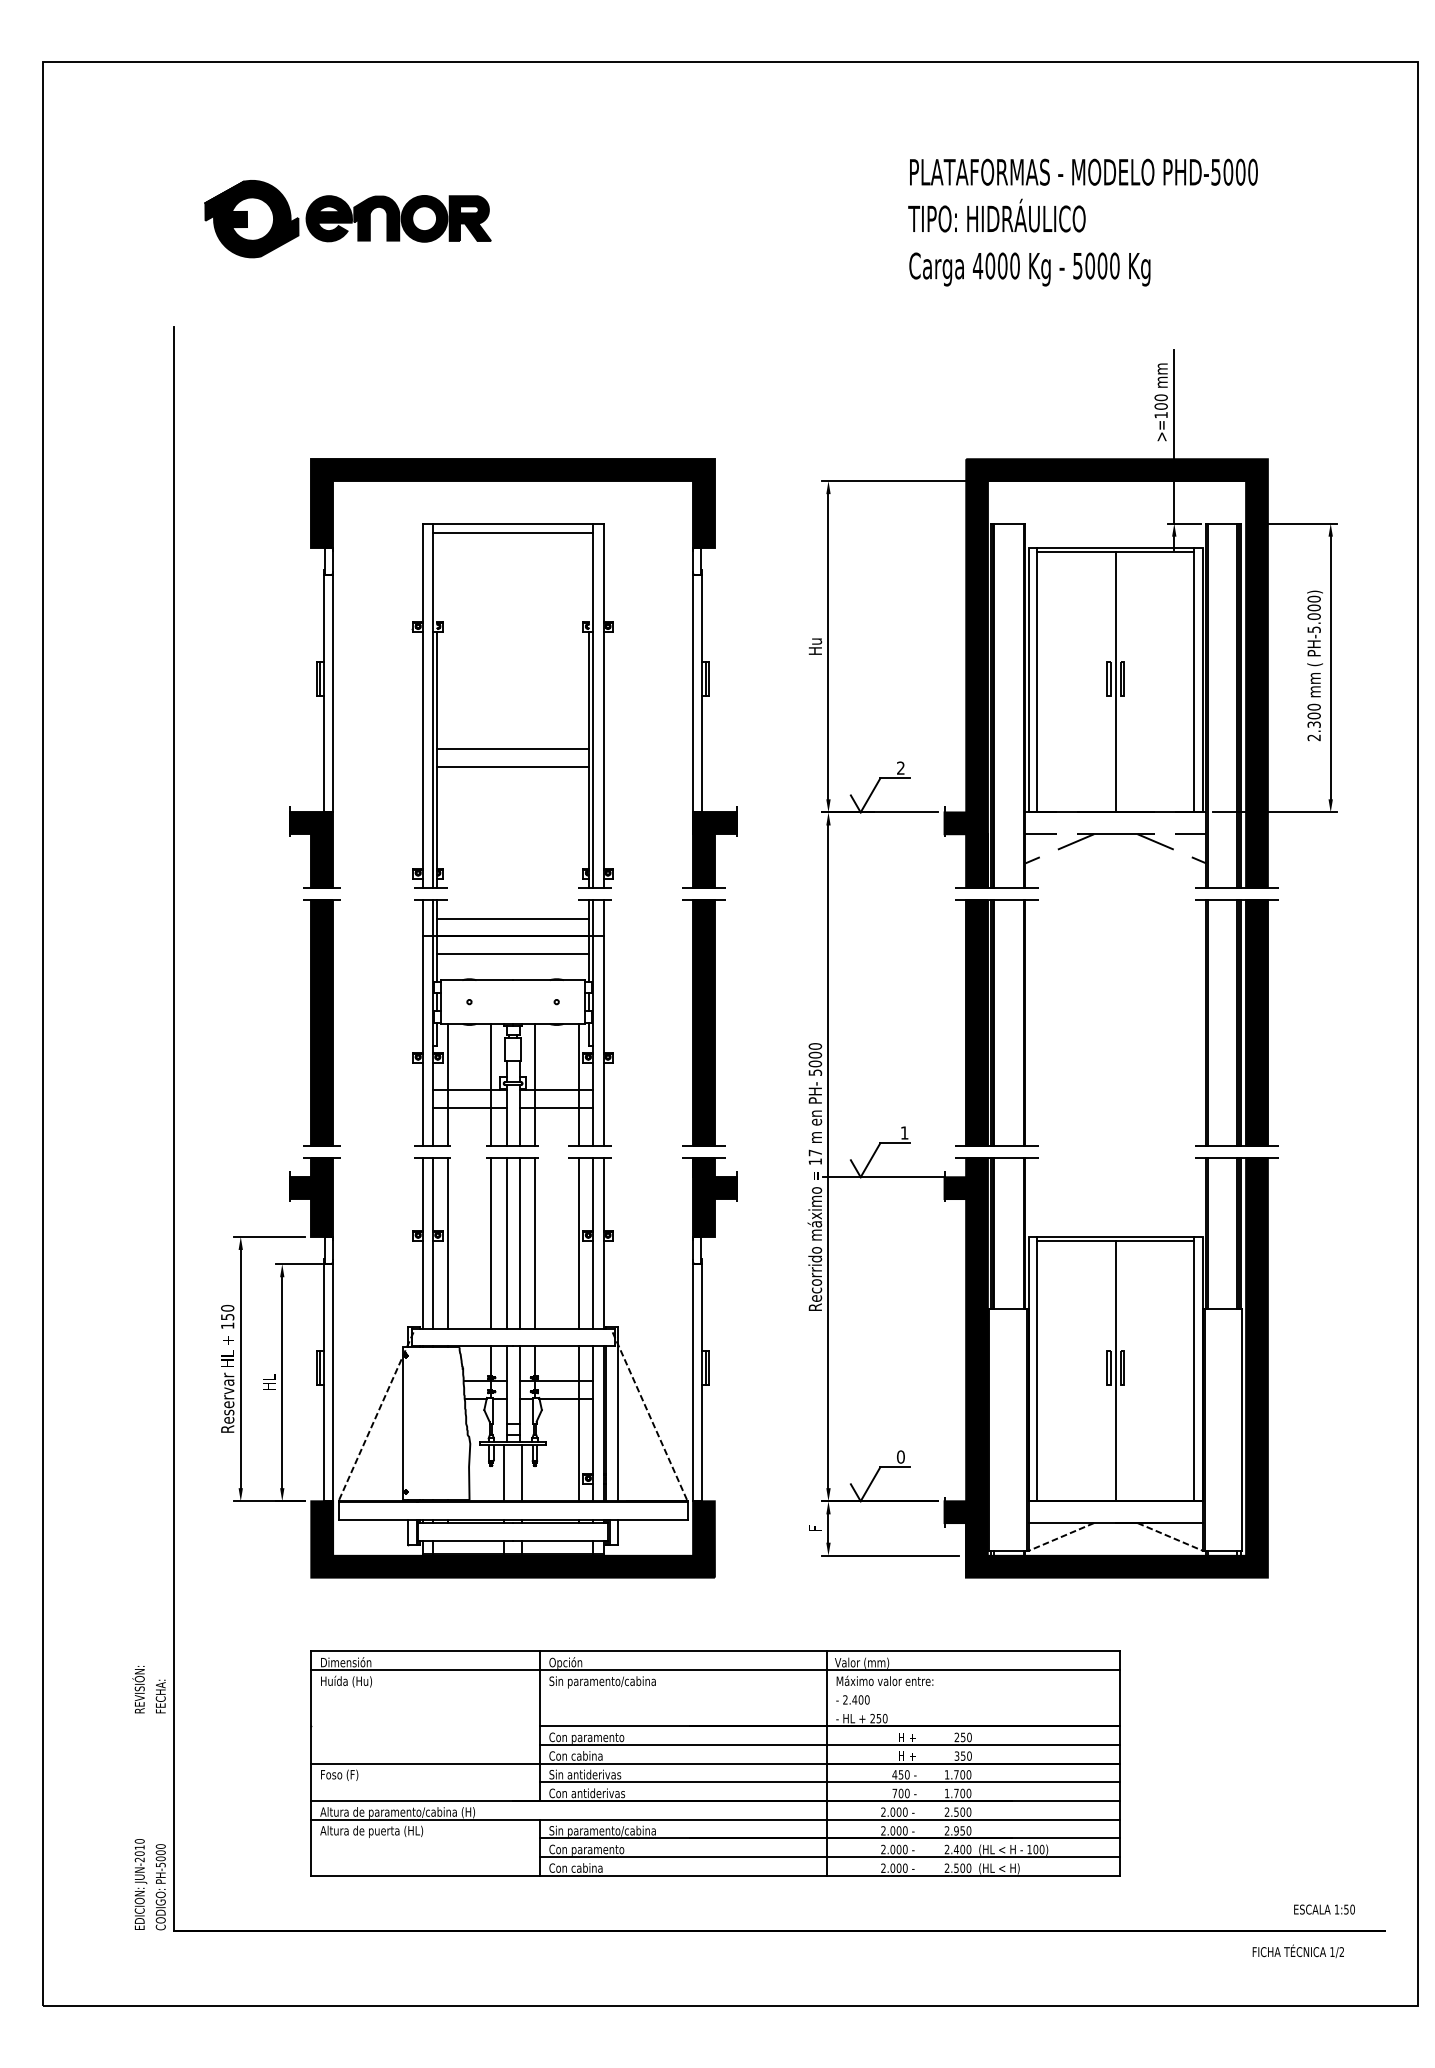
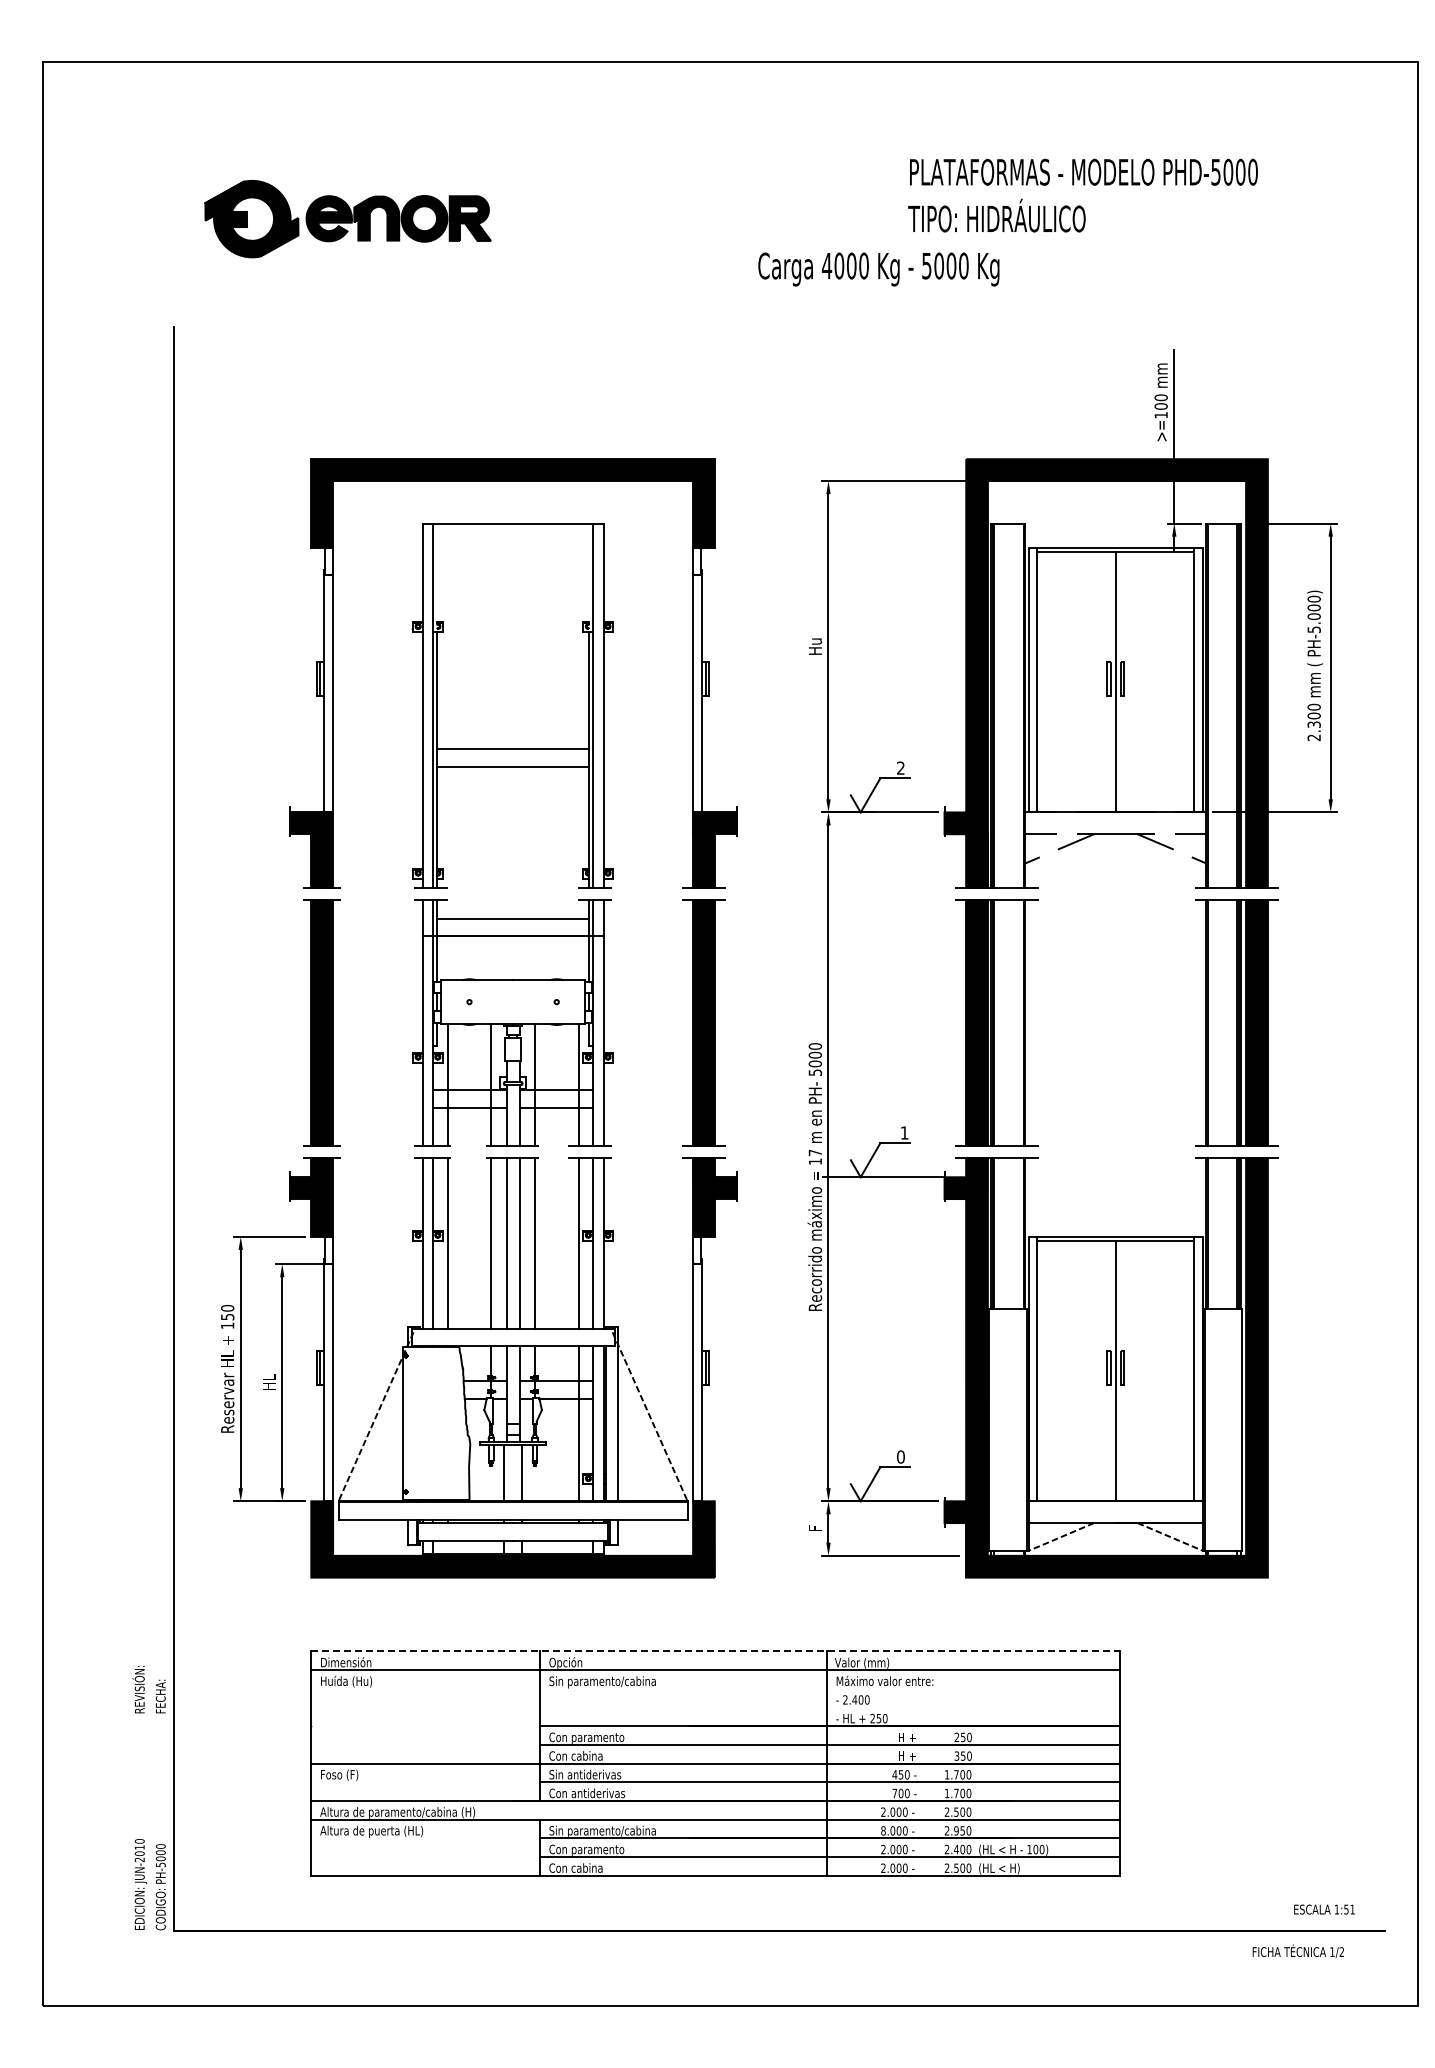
text at (1029, 269) position: (1029, 269) -> (878, 269)
line at (512, 533): present -> none
line at (512, 953): present -> none
line at (716, 1651): solid -> dashed
text at (883, 1830): 2.000 -> 8.000
text at (1352, 1909): 1:50 -> 1:51
